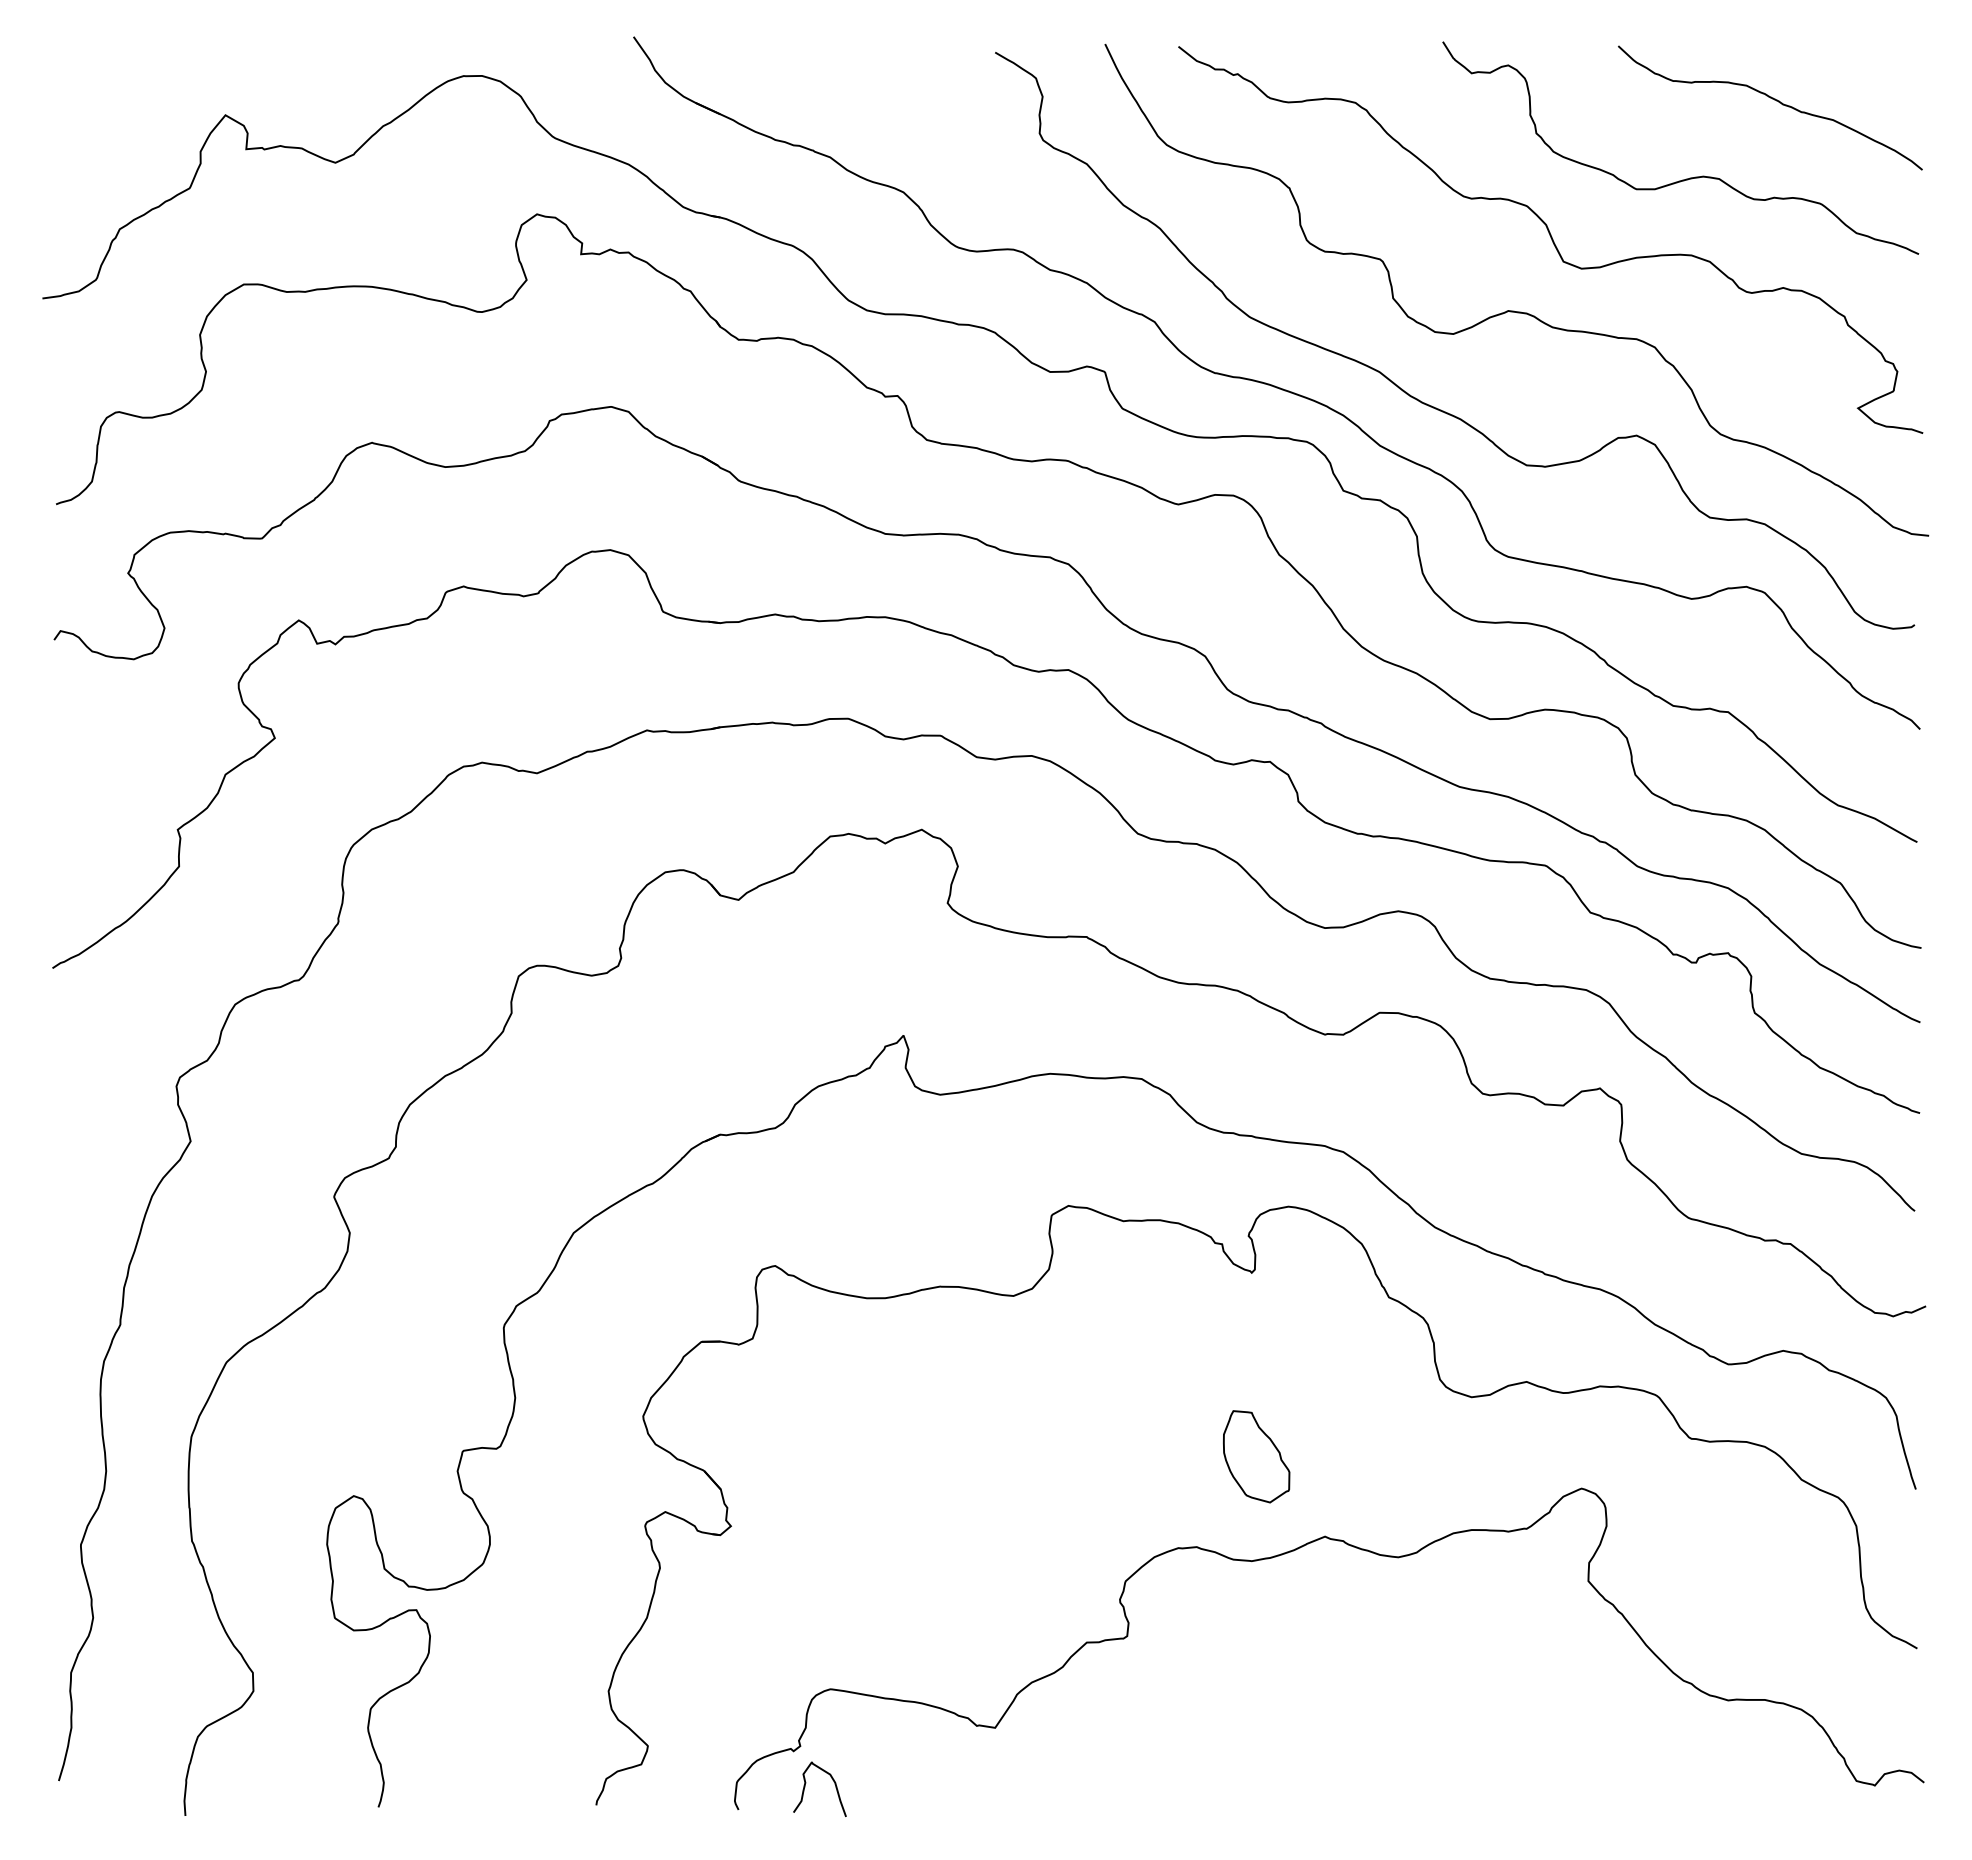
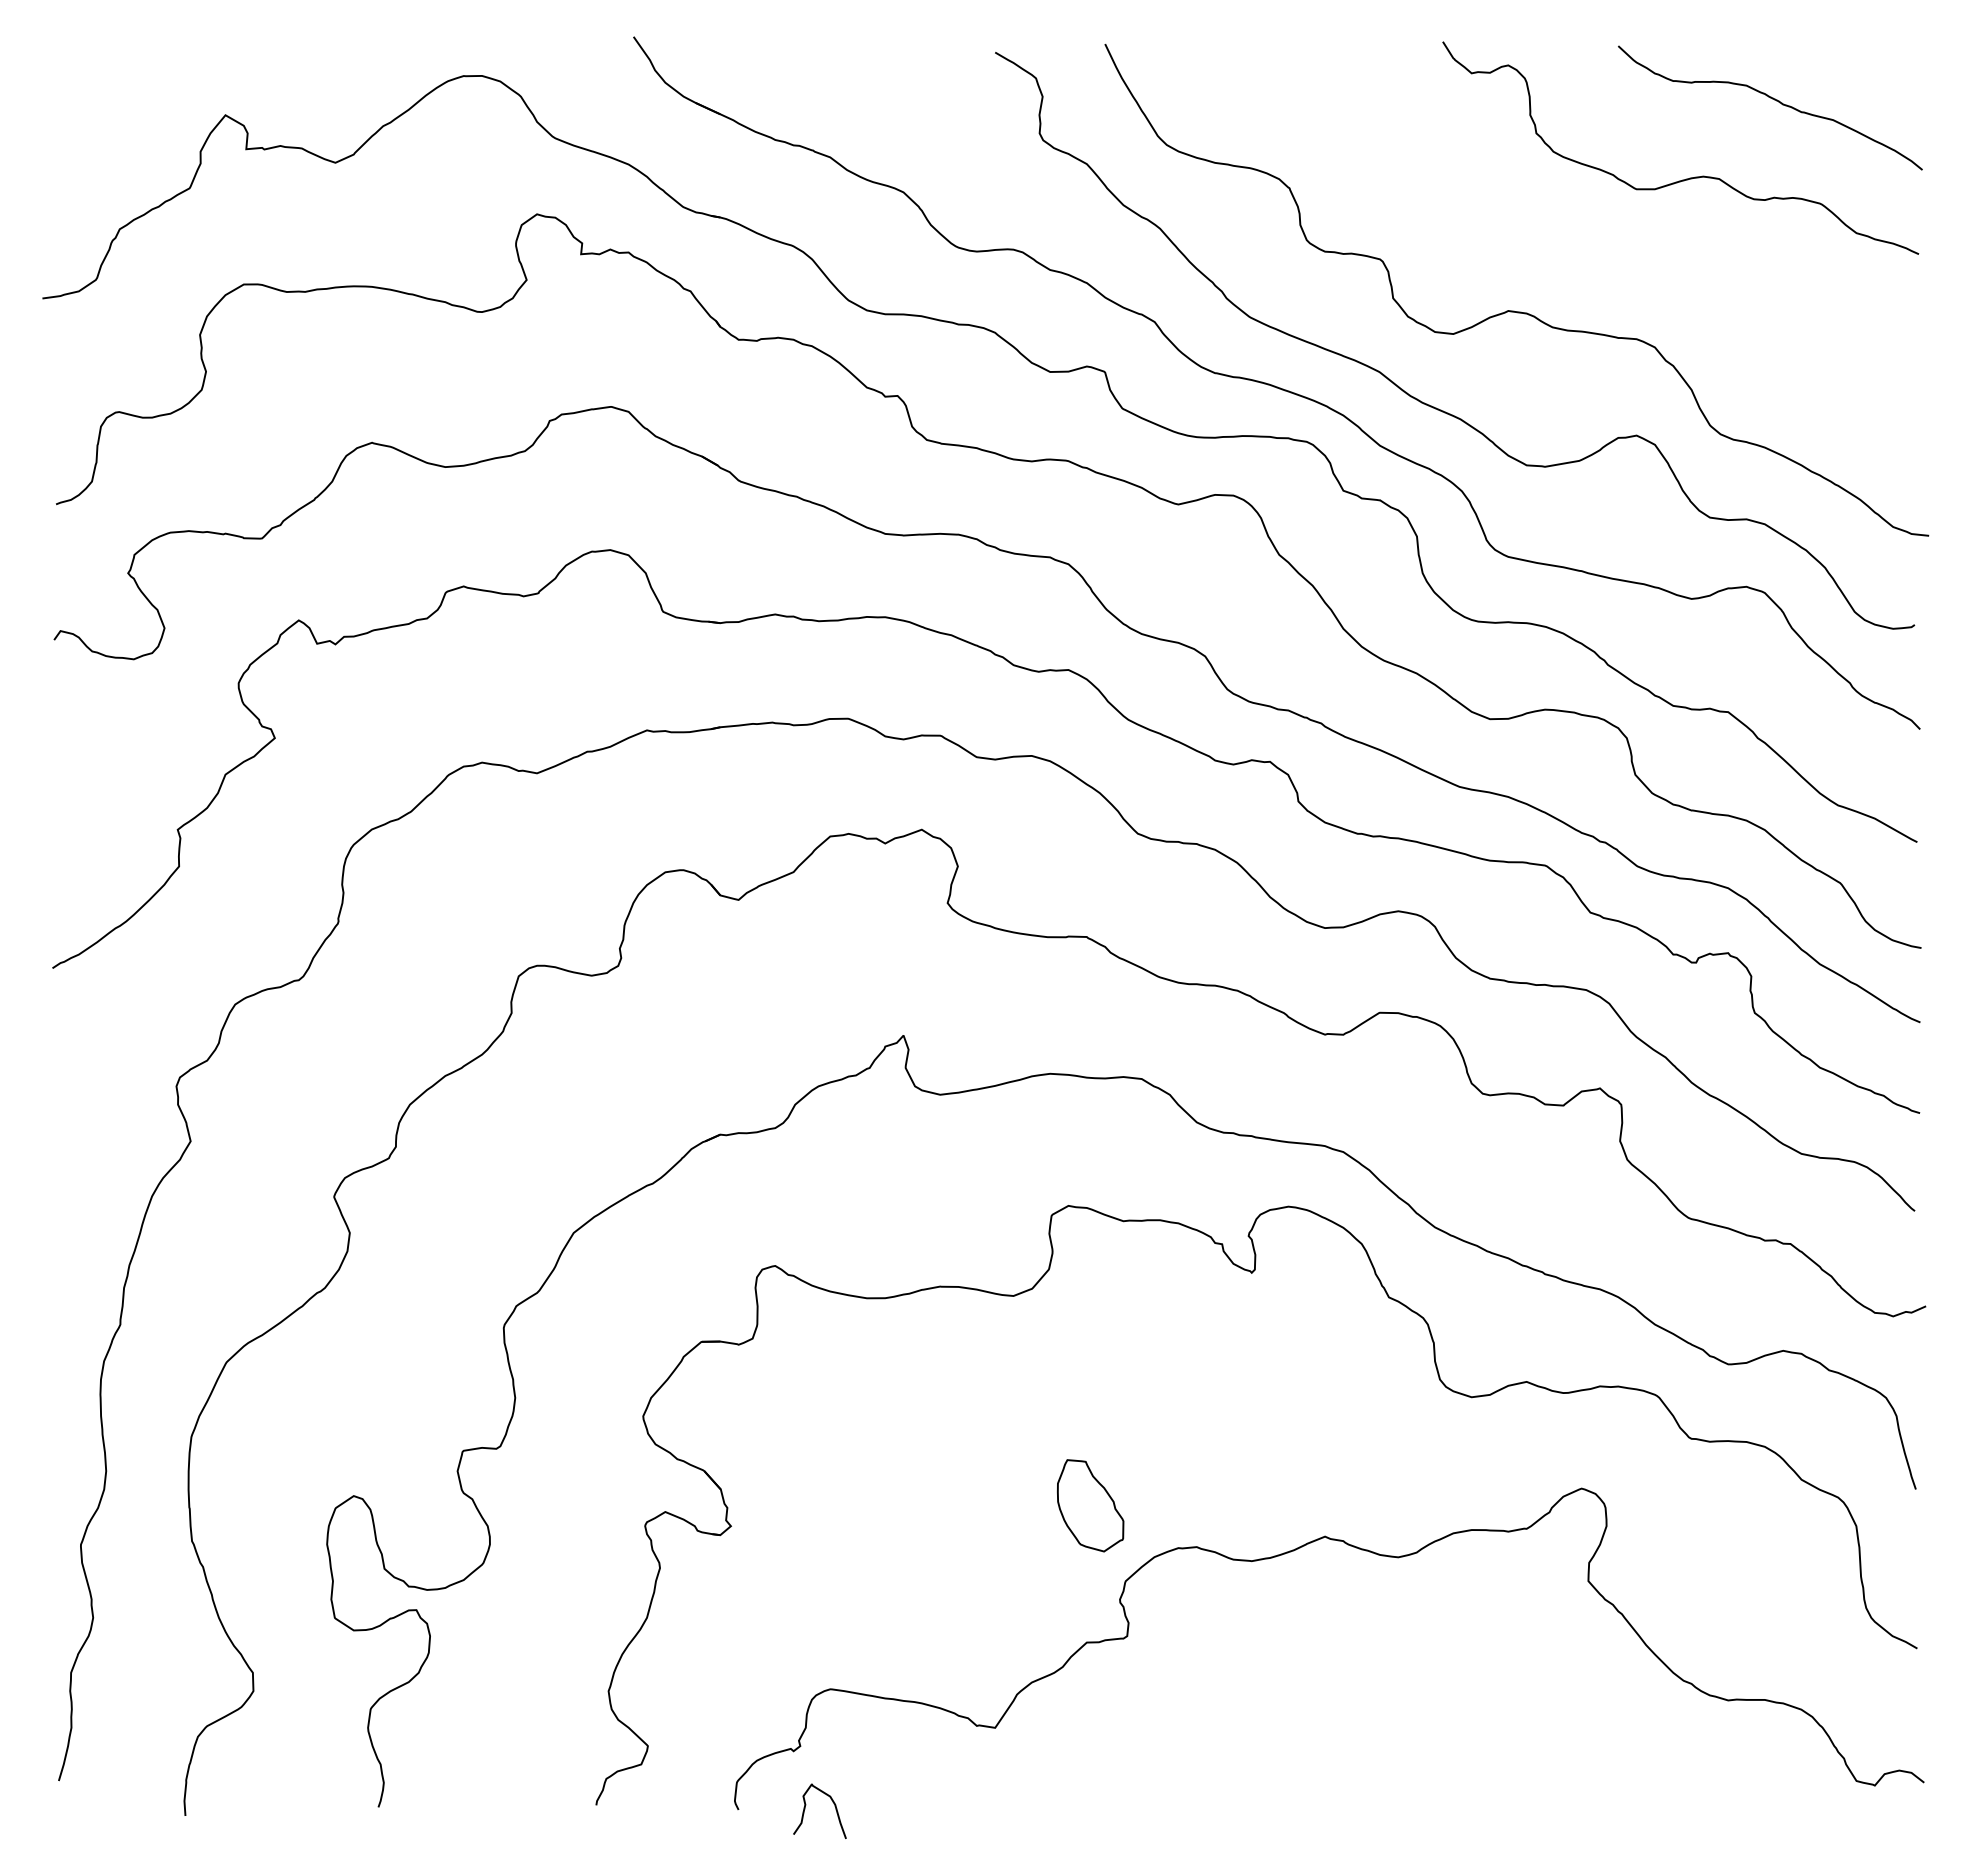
curve at (1550, 238): present -> none
part at (1256, 1456) position: (1256, 1456) -> (1090, 1505)
curve at (806, 1783) position: (806, 1783) -> (806, 1805)
